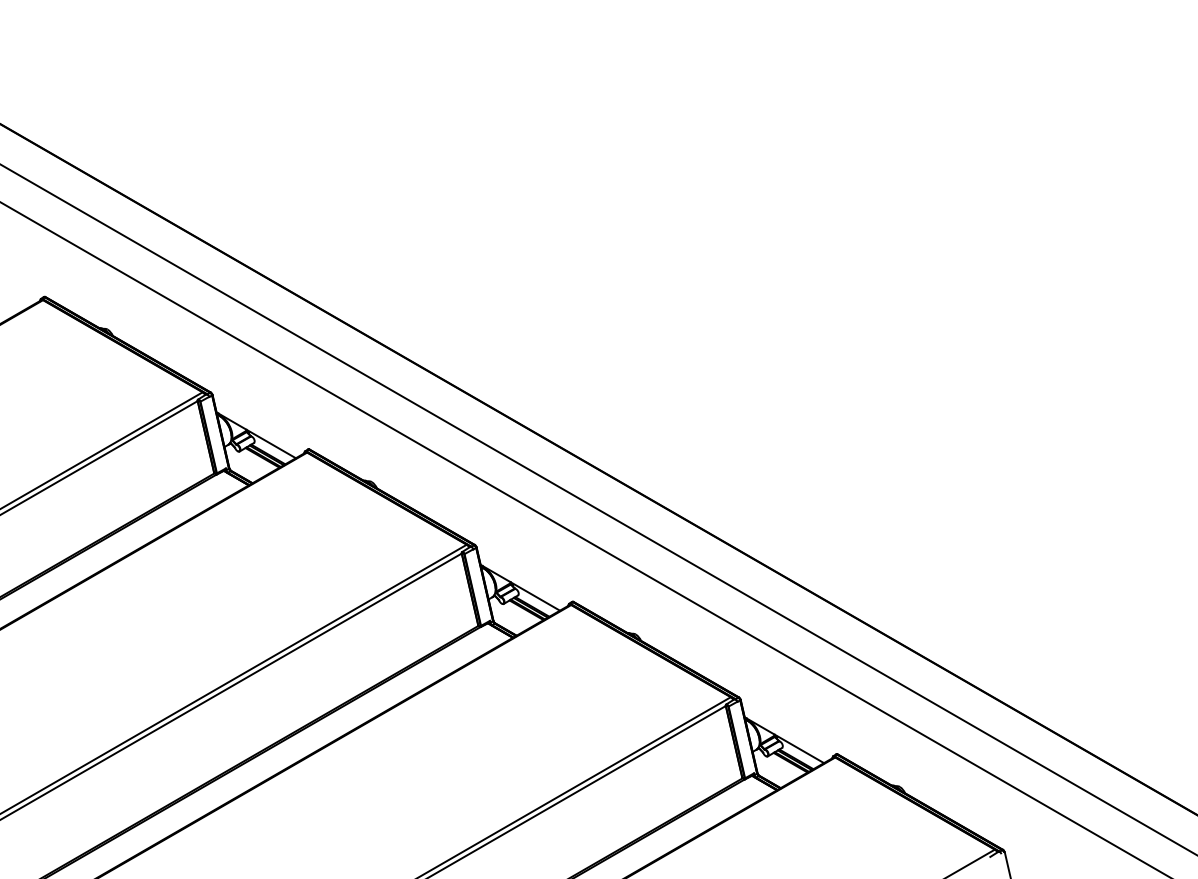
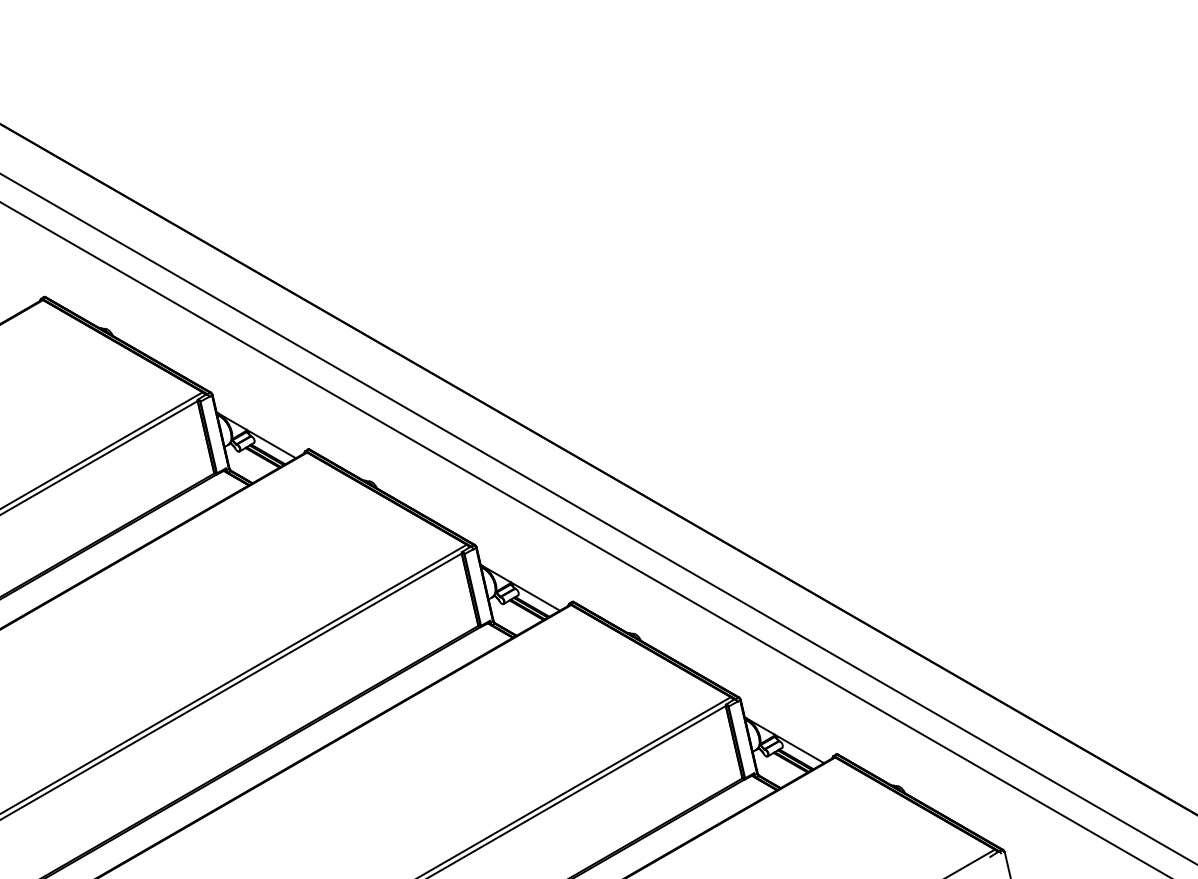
line at (598, 509) position: (598, 509) -> (598, 519)
